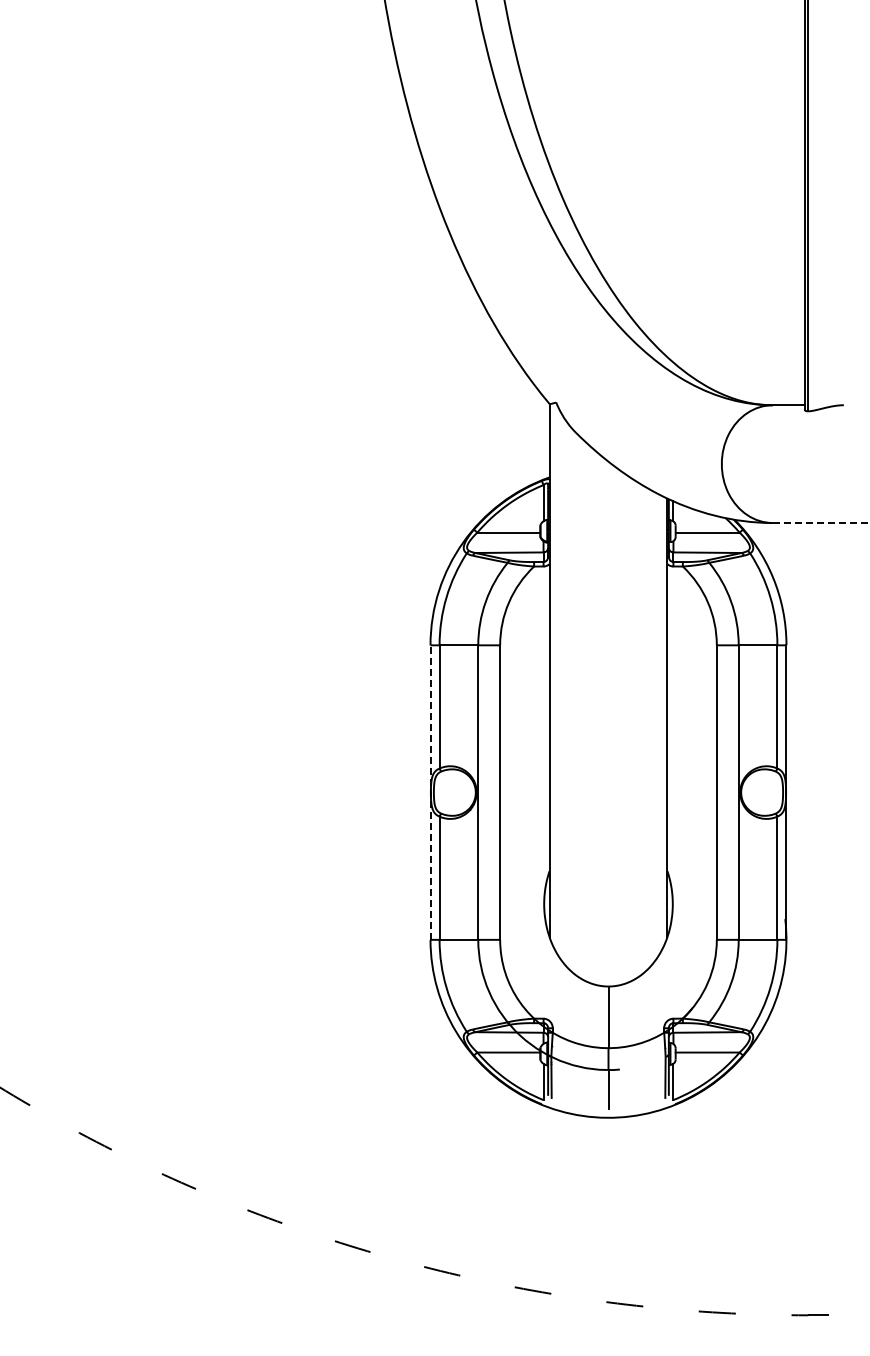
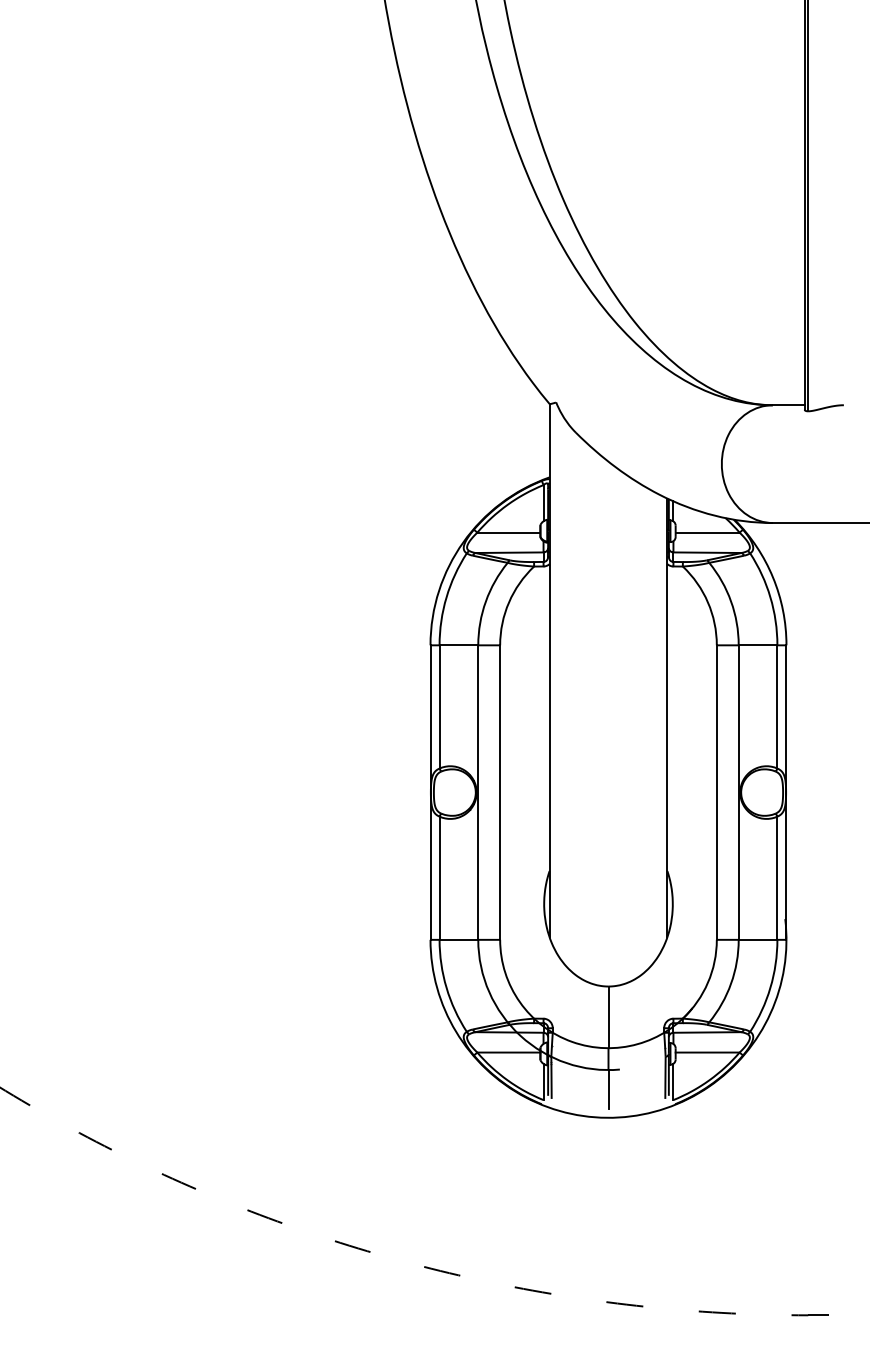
line at (821, 523): dashed -> solid
line at (430, 792): dashed -> solid
